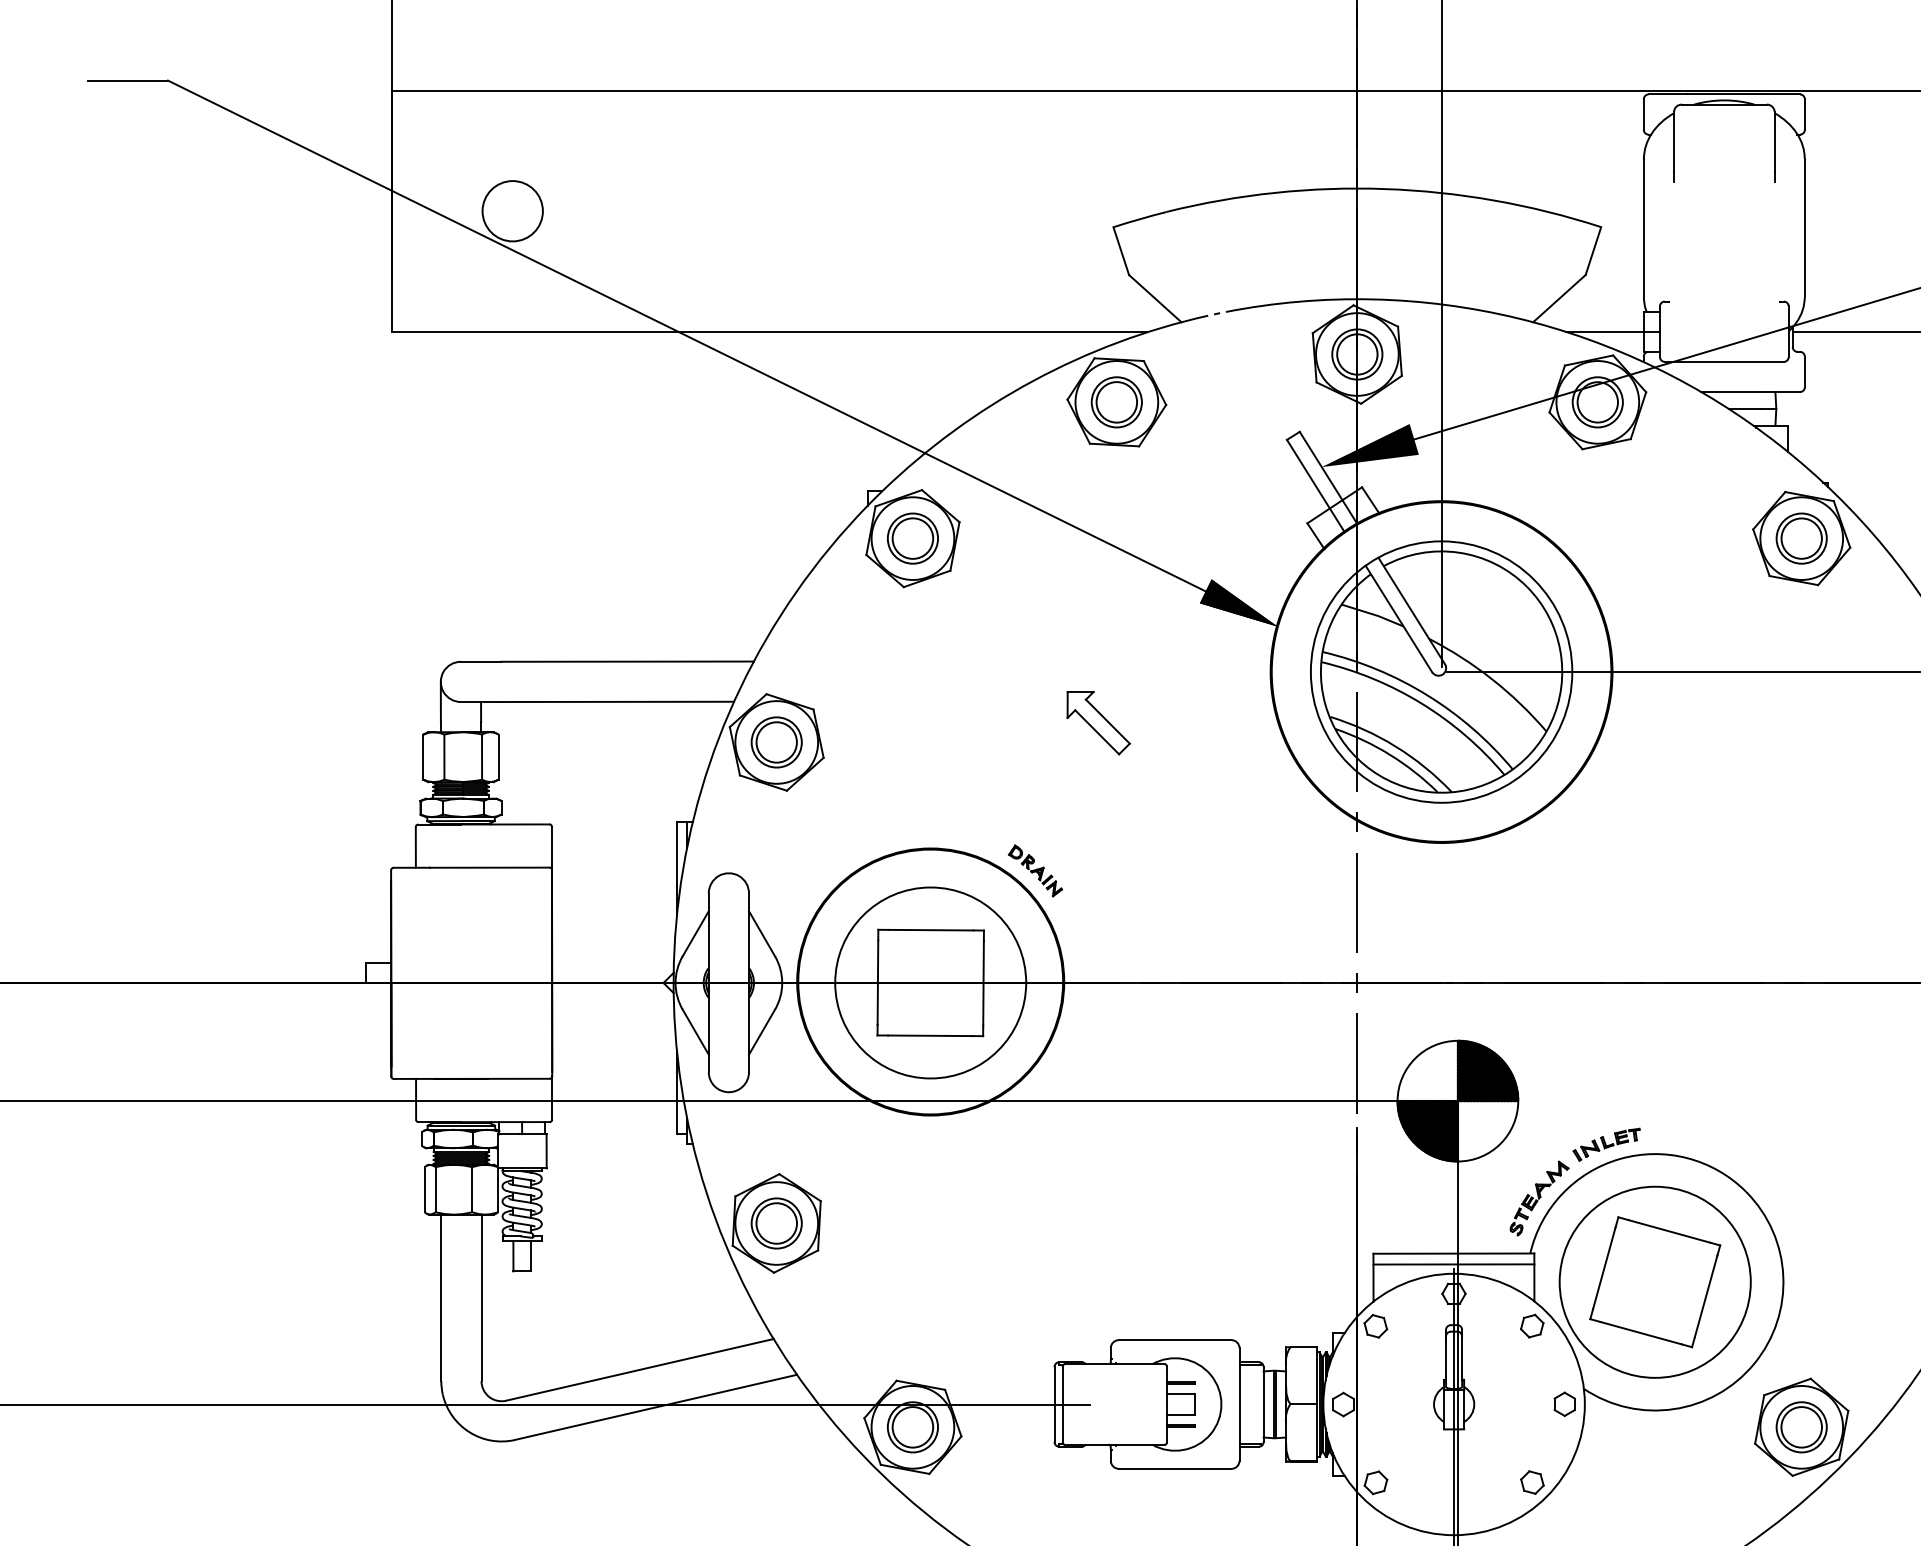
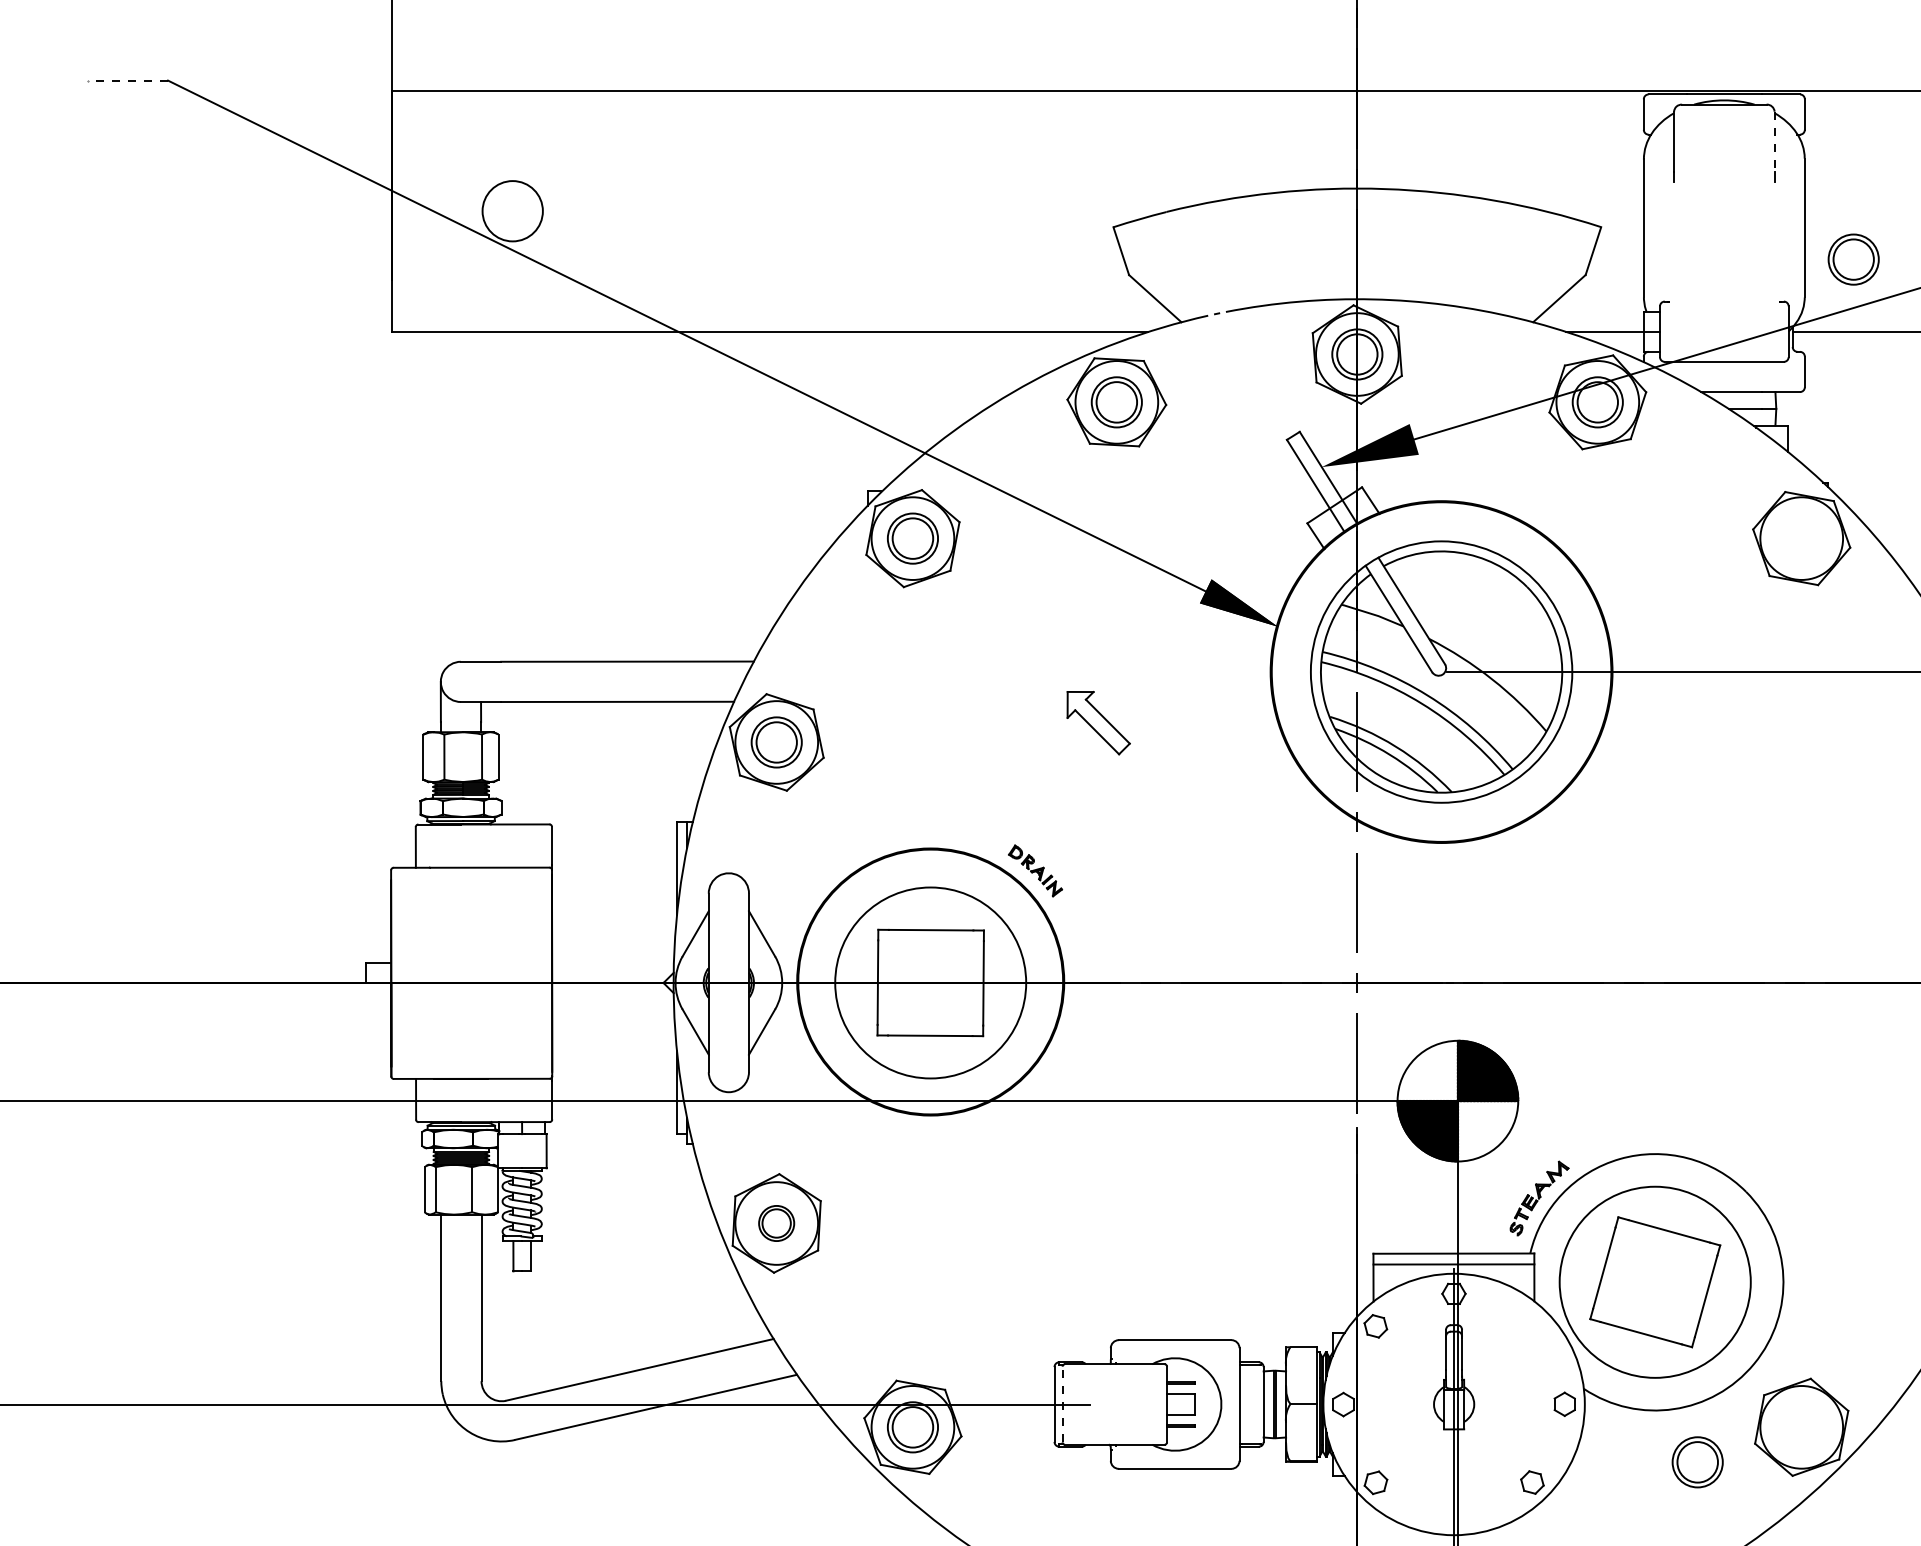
line at (127, 80): solid -> dashed
line at (1774, 141): solid -> dashed
line at (1441, 334): present -> none
part at (1801, 538) position: (1801, 538) -> (1853, 259)
part at (1606, 1144): present -> none
part at (776, 1223) size: 53x53 px -> 38x37 px
part at (1532, 1325): present -> none
line at (1062, 1404): solid -> dashed
part at (1801, 1427) position: (1801, 1427) -> (1697, 1462)
